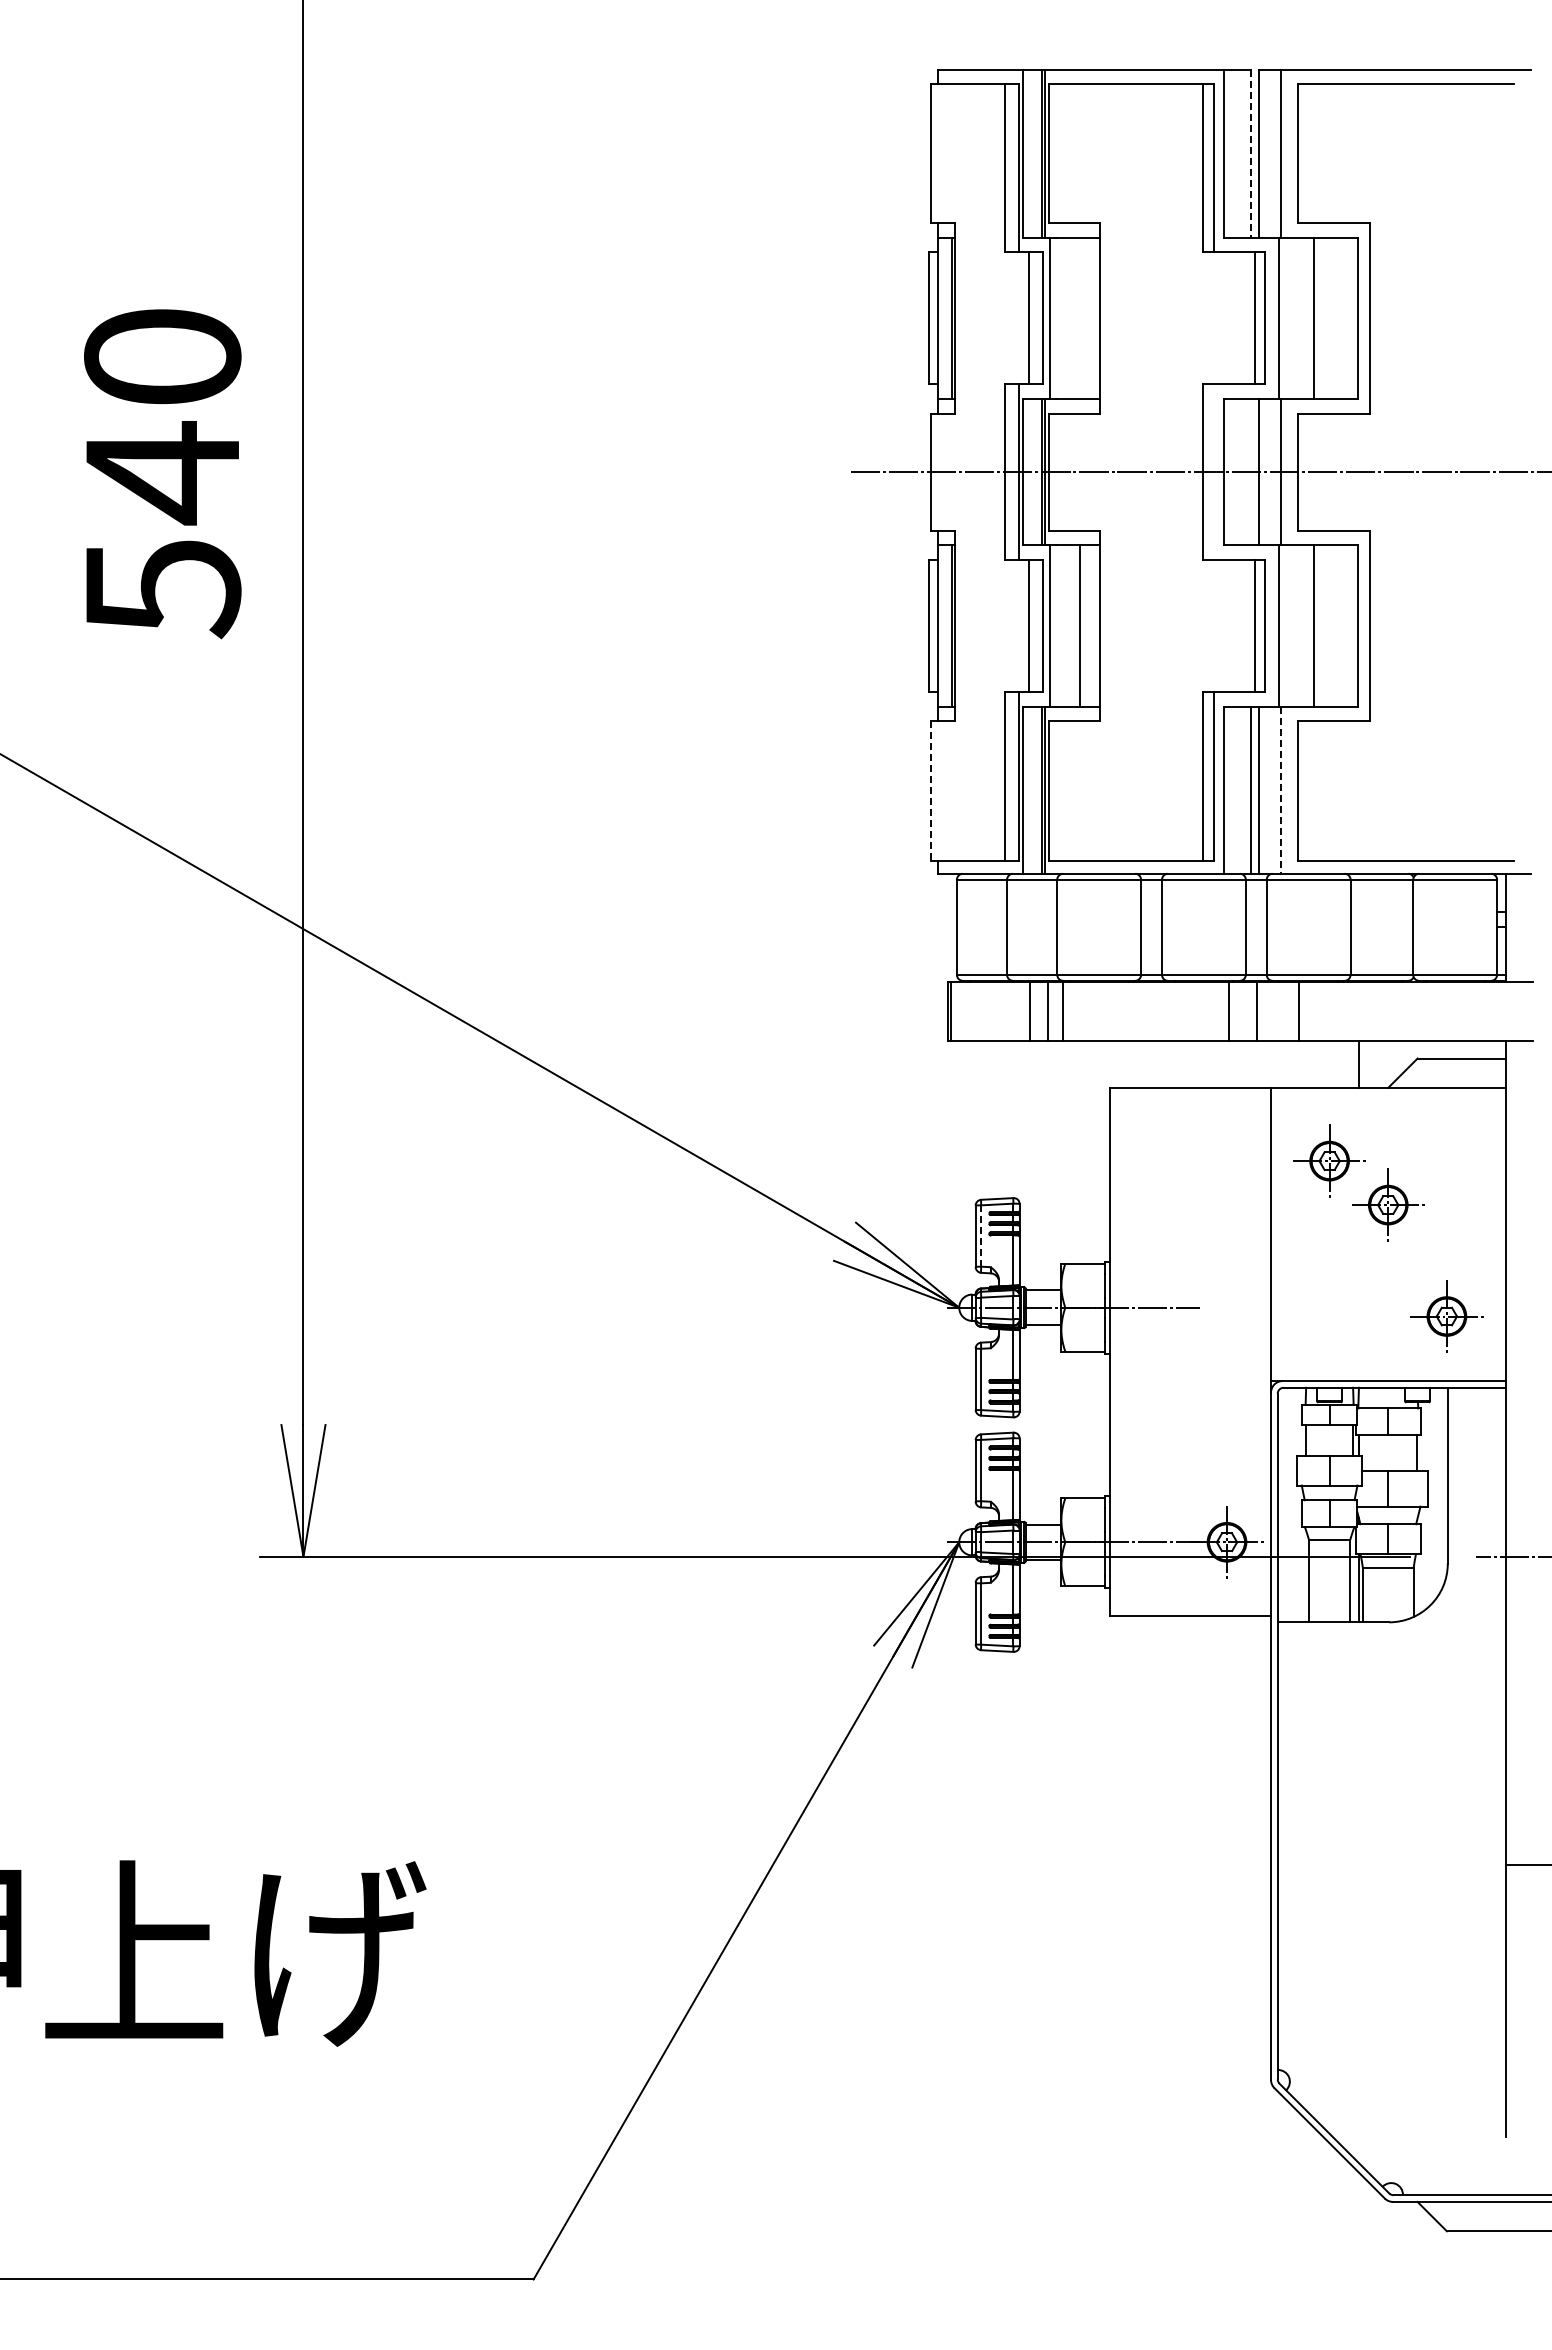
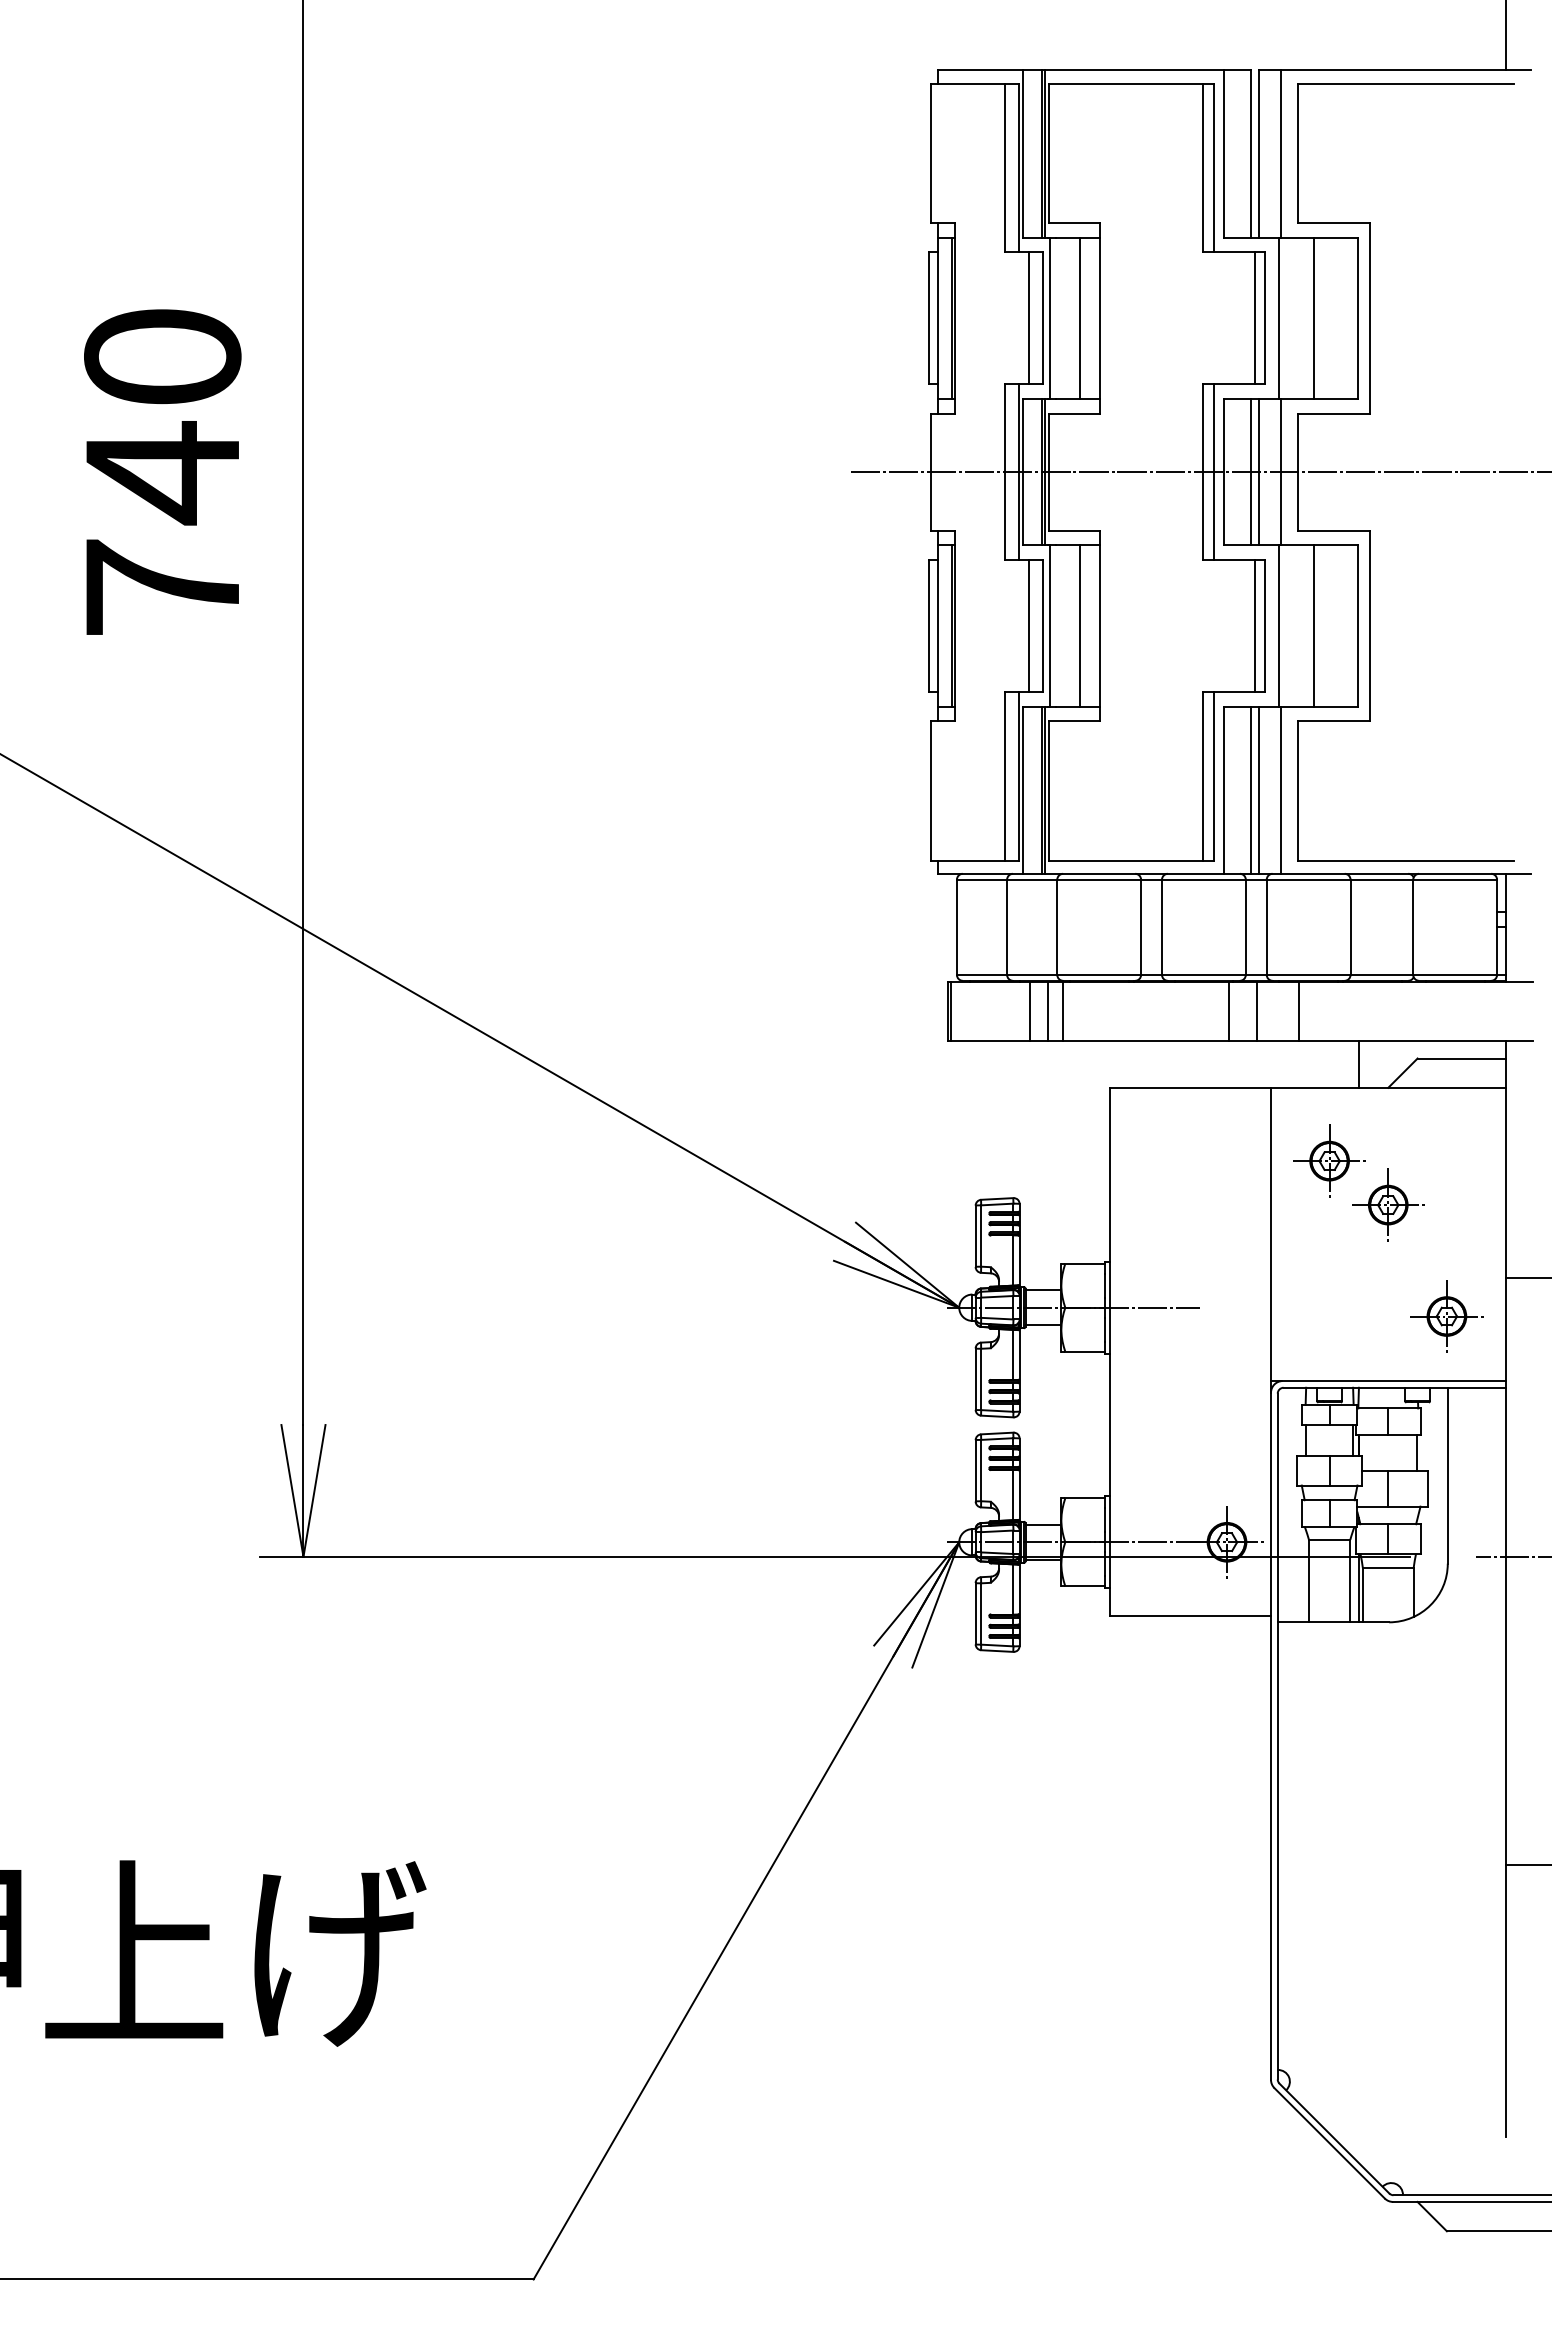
line at (1505, 36): none -> present
line at (1251, 154): dashed -> solid
line at (1079, 317): none -> present
line at (1251, 471): none -> present
line at (1213, 472): none -> present
text at (163, 589): 540 -> 740
line at (1280, 790): dashed -> solid
line at (930, 791): dashed -> solid
line at (981, 1236): dashed -> solid
line at (1526, 1278): none -> present
